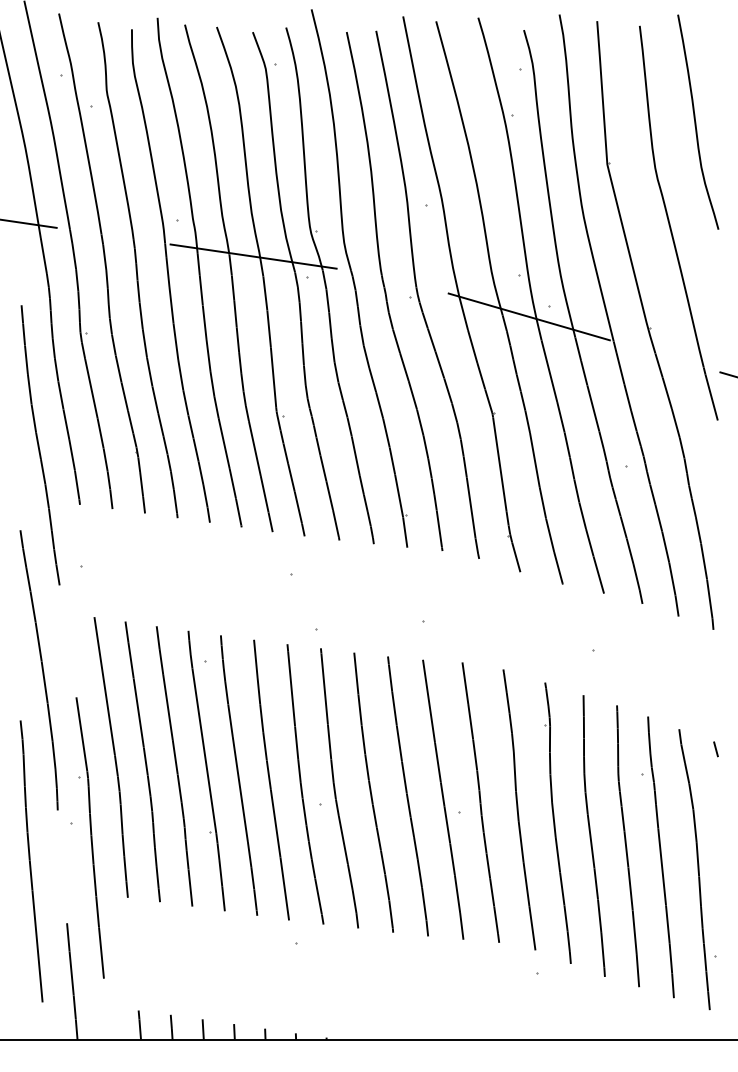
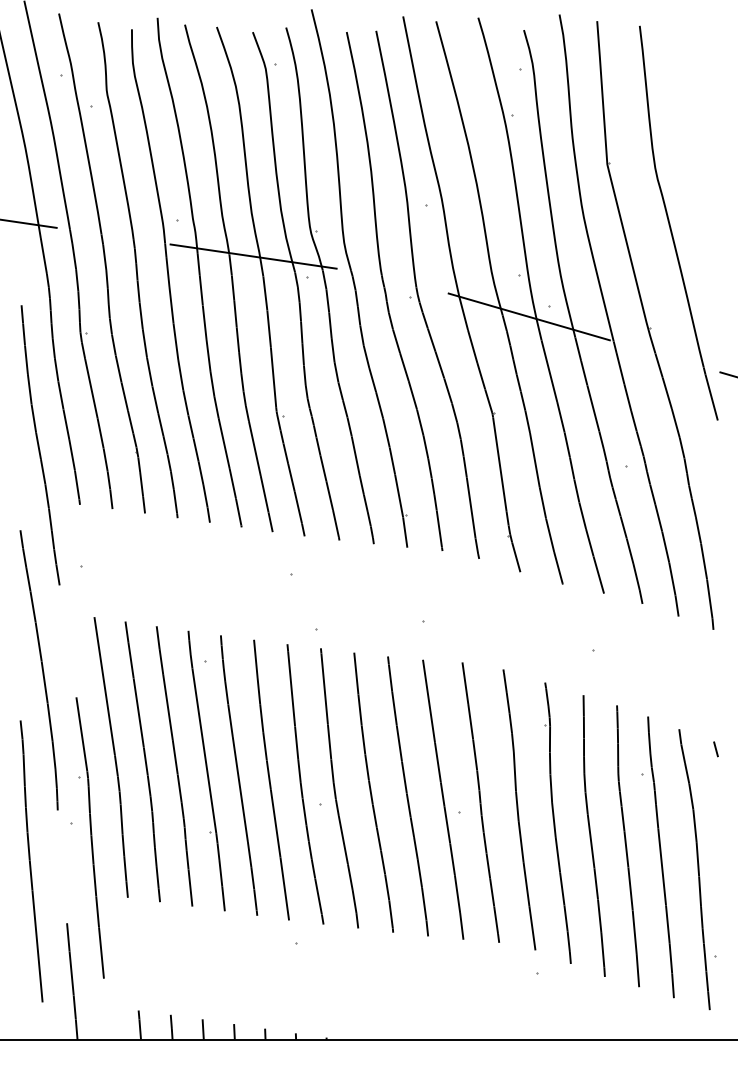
curve at (696, 121): present -> none
